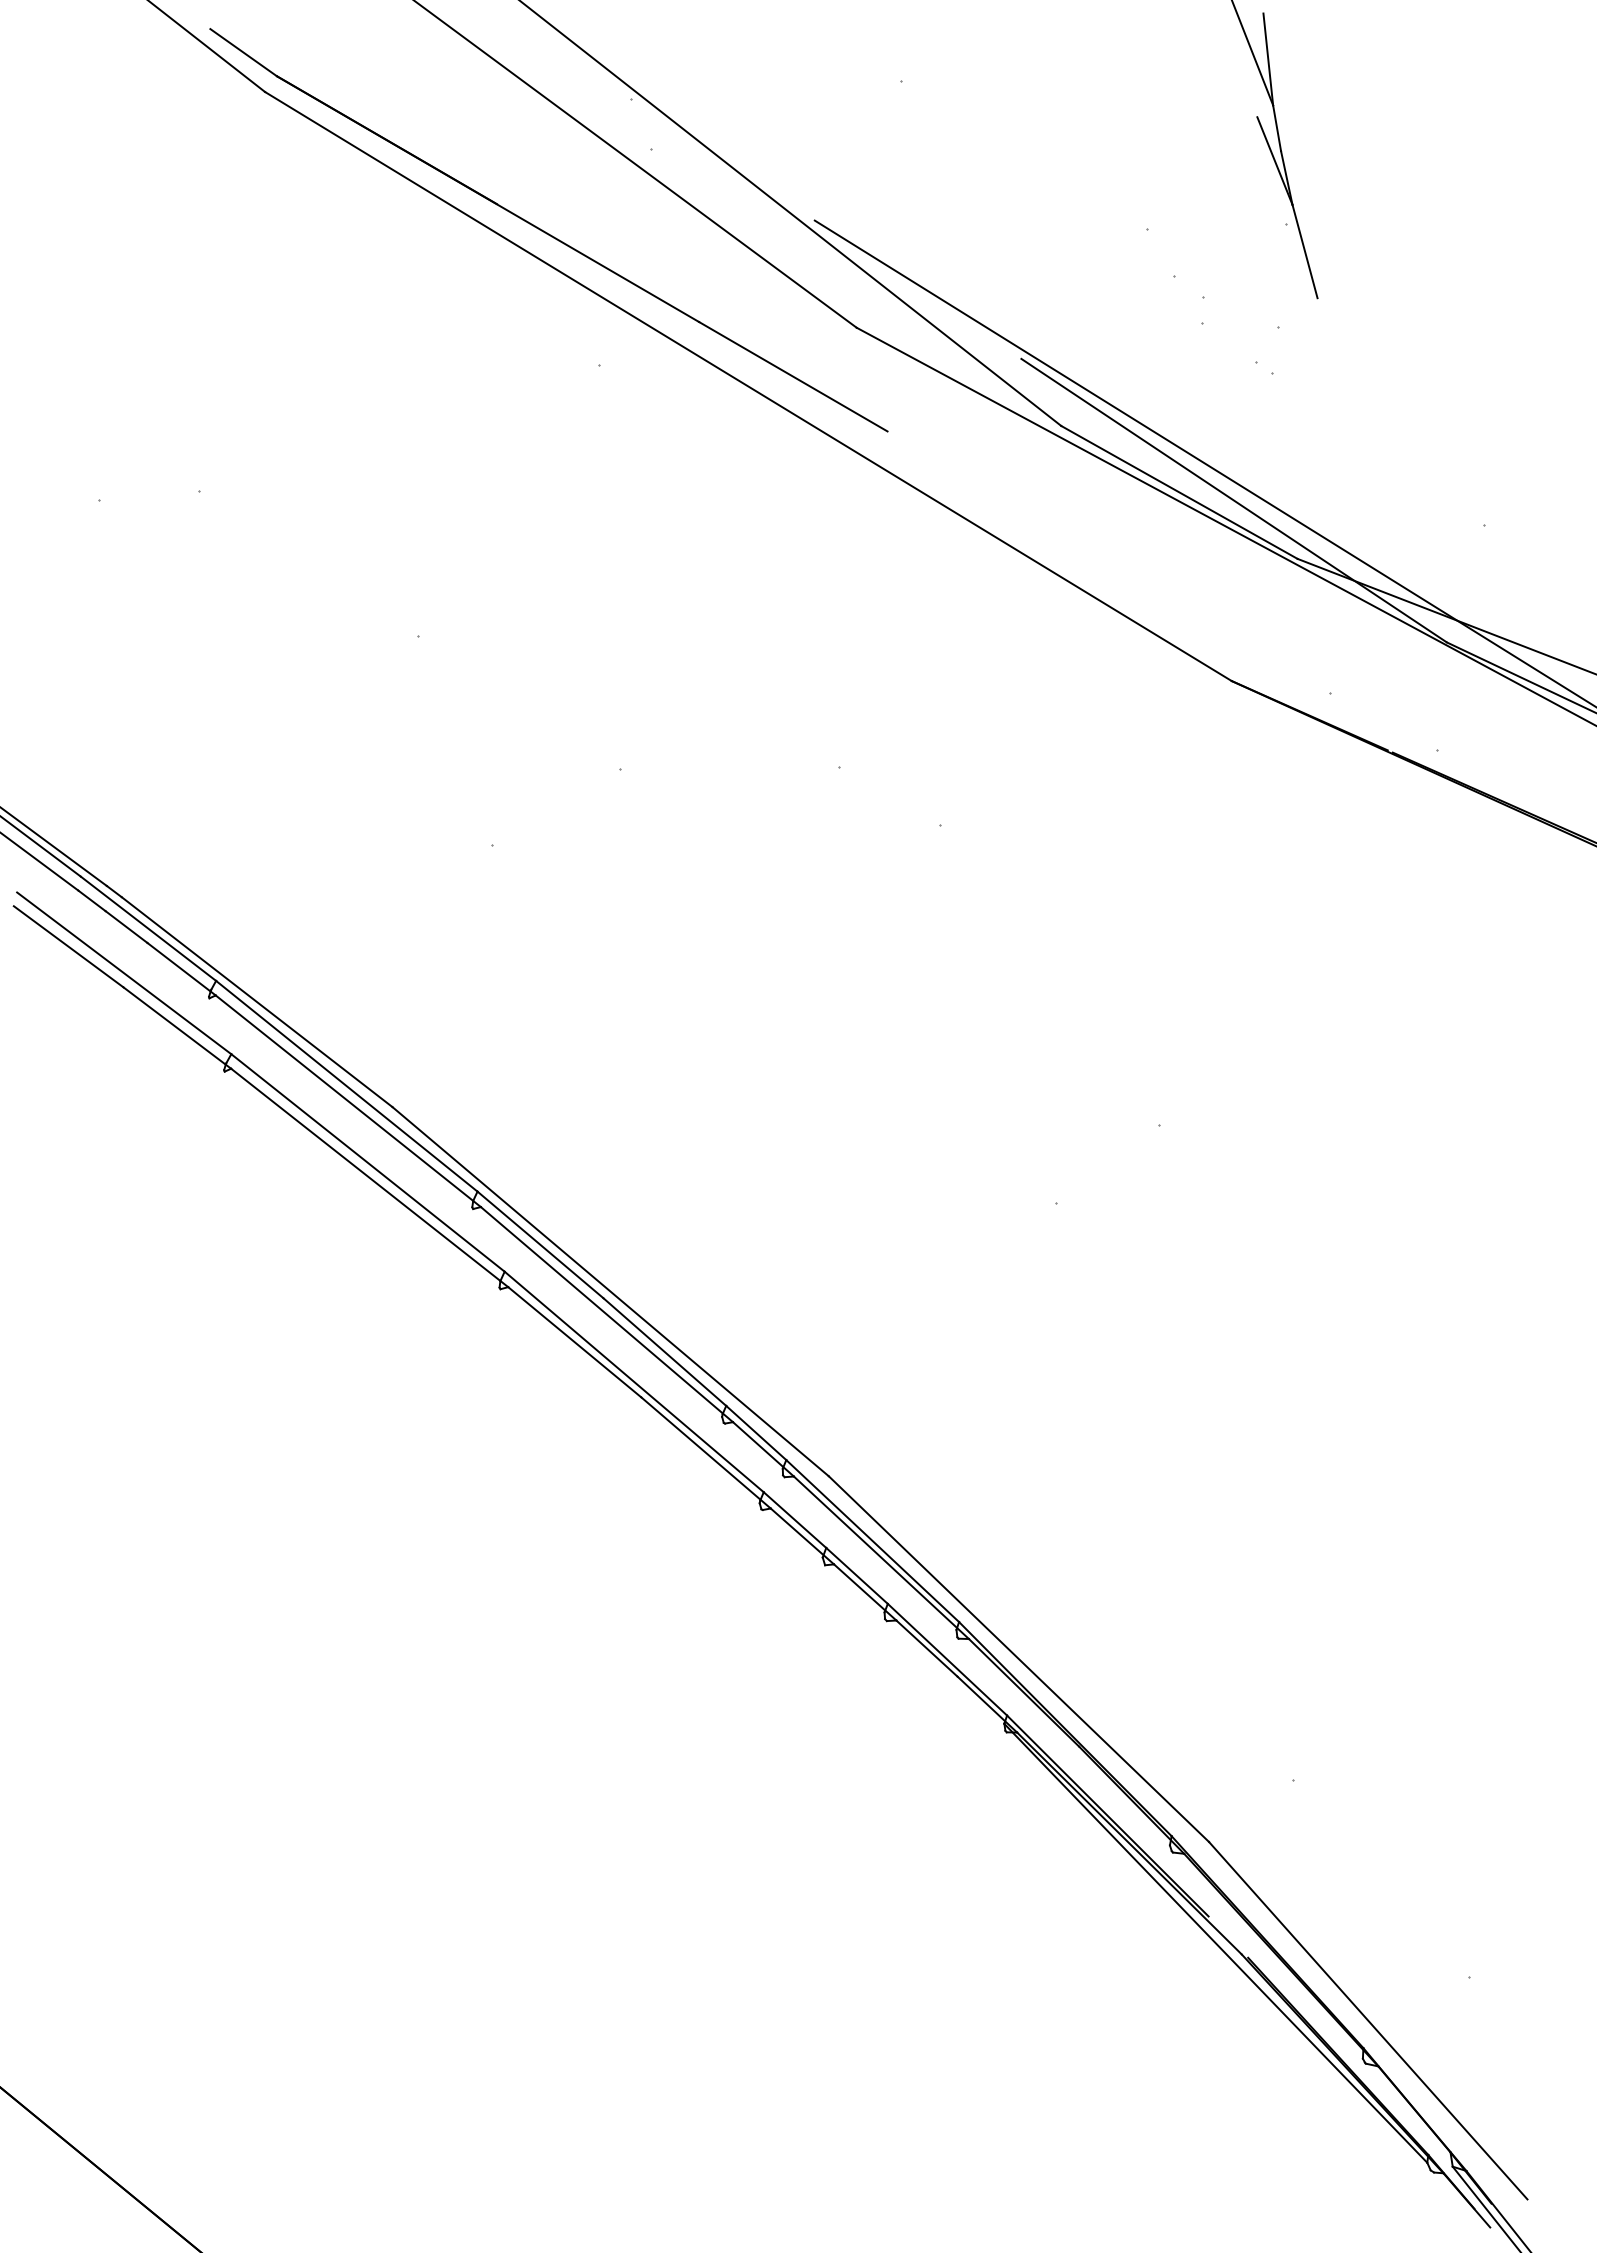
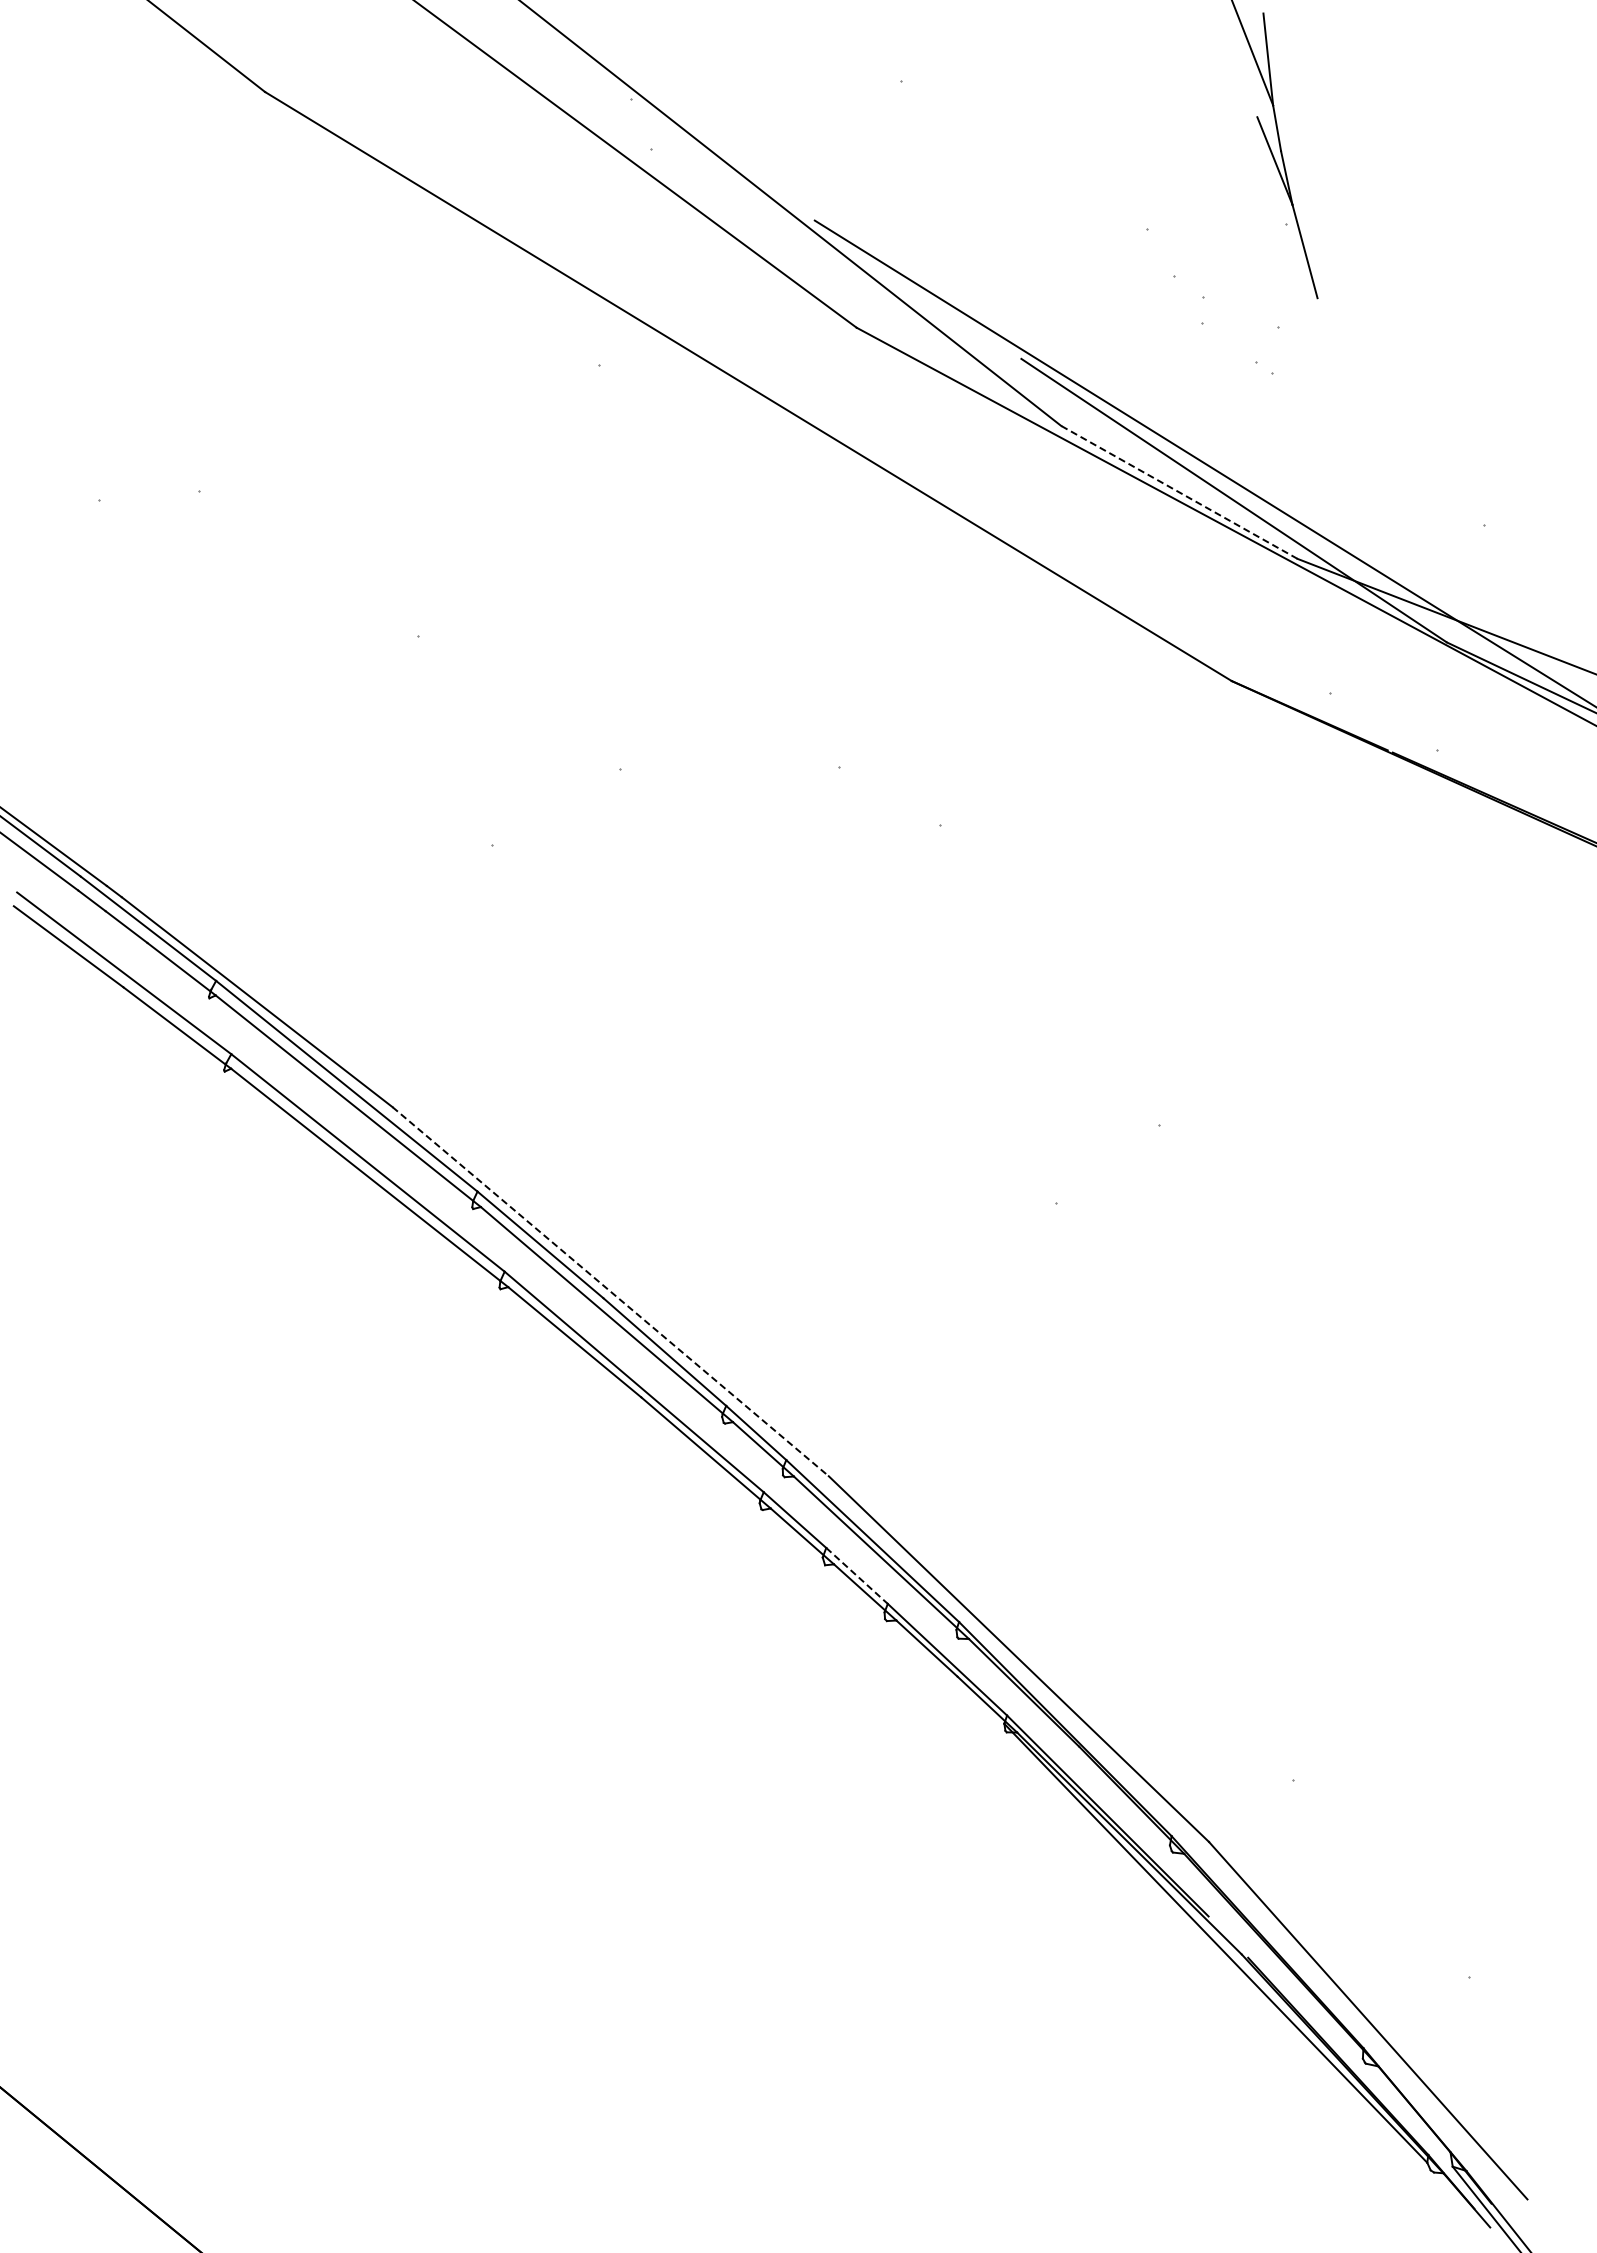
part at (548, 230): present -> none
line at (1179, 492): solid -> dashed
line at (610, 1291): solid -> dashed
line at (857, 1575): solid -> dashed
